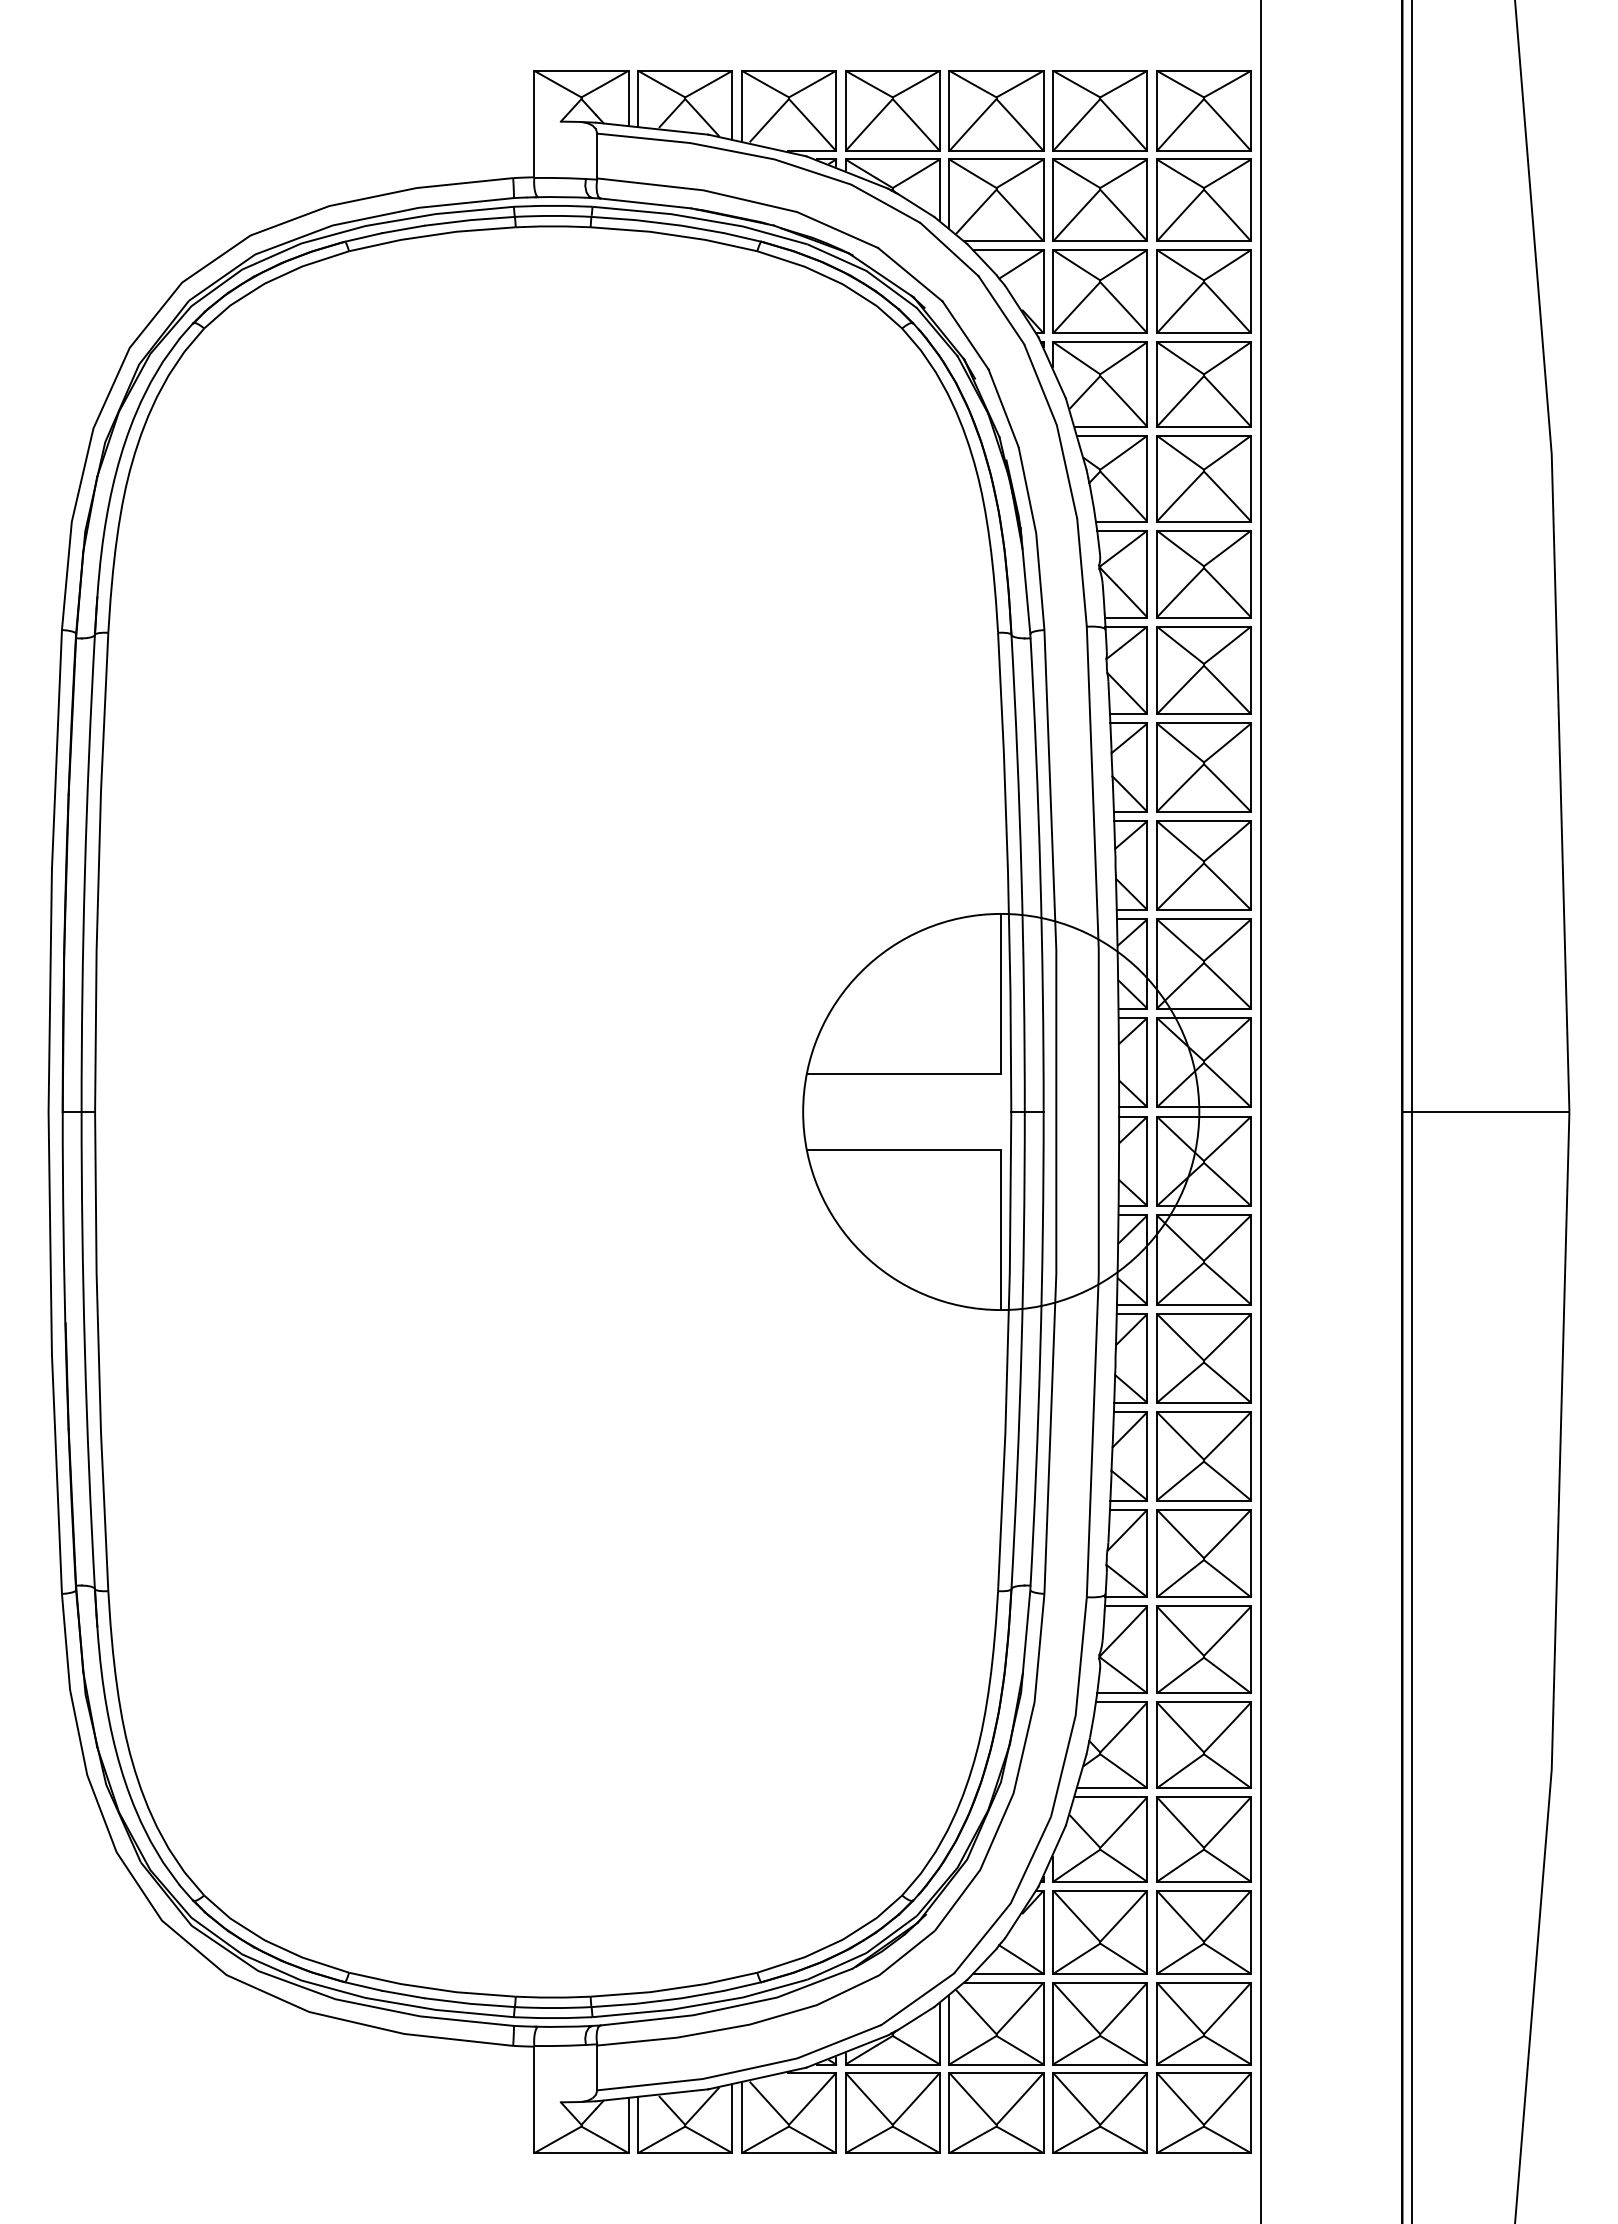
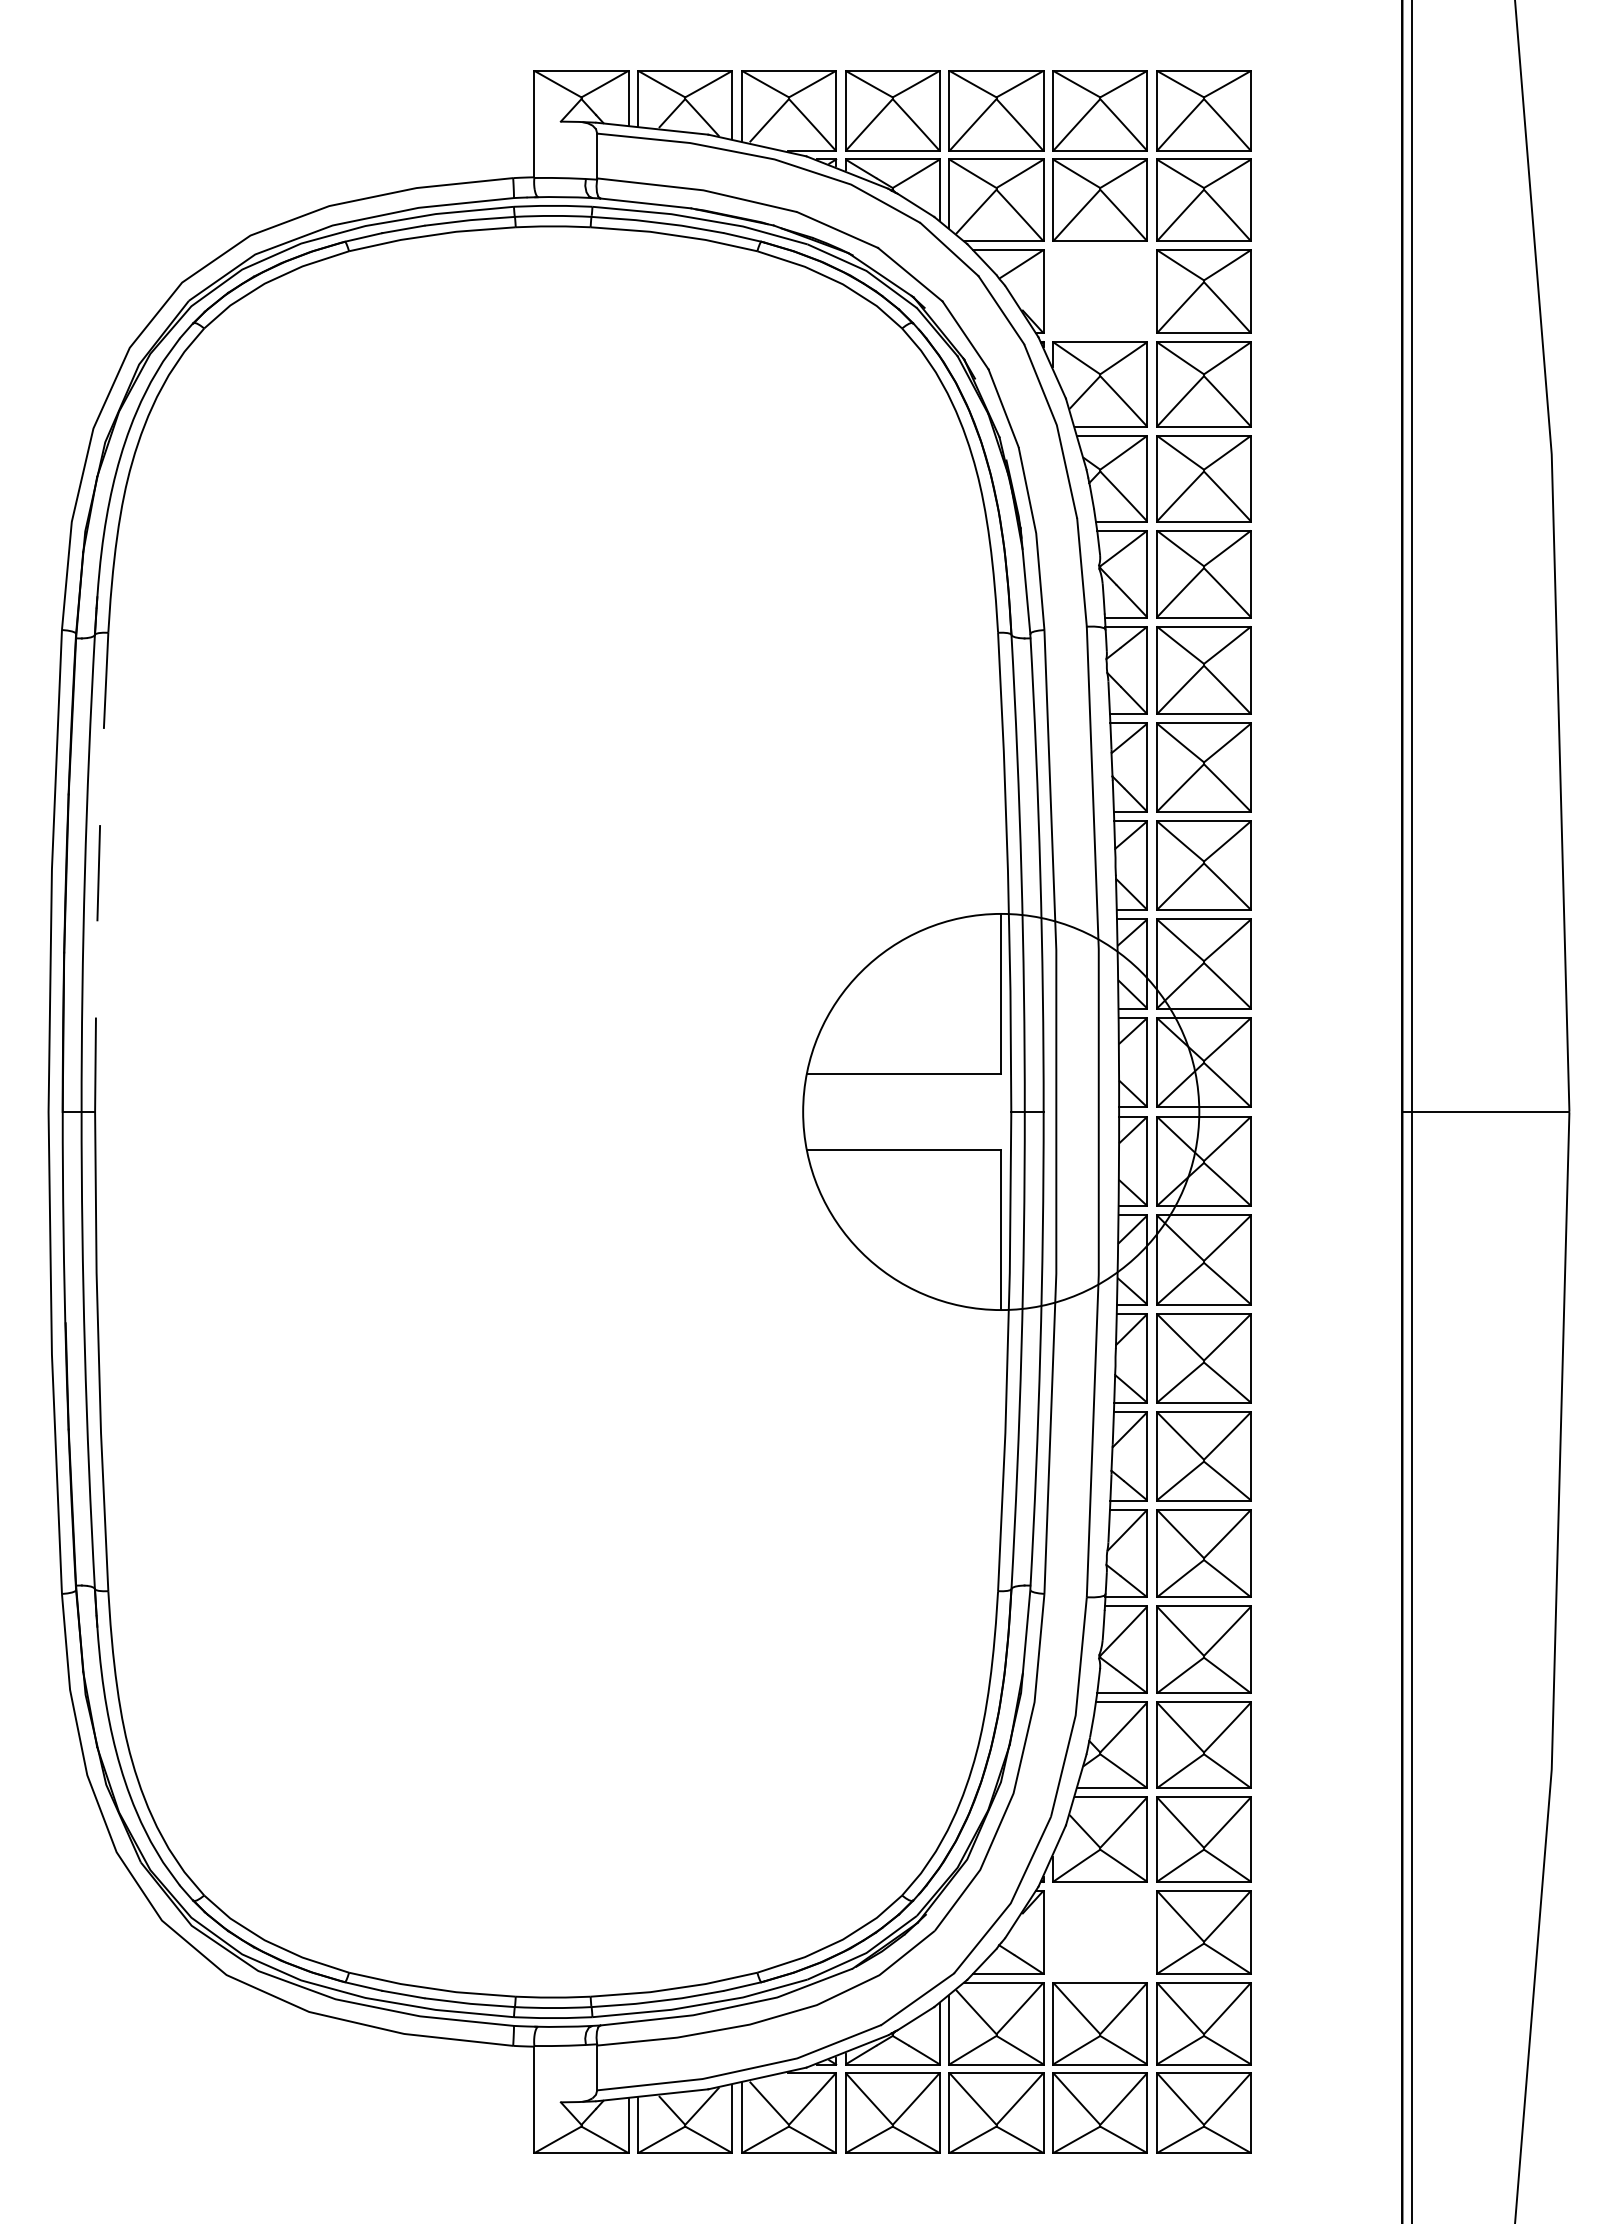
part at (1099, 291): present -> none
line at (98, 872): solid -> dashed
line at (1260, 1111): present -> none
part at (1099, 1932): present -> none
